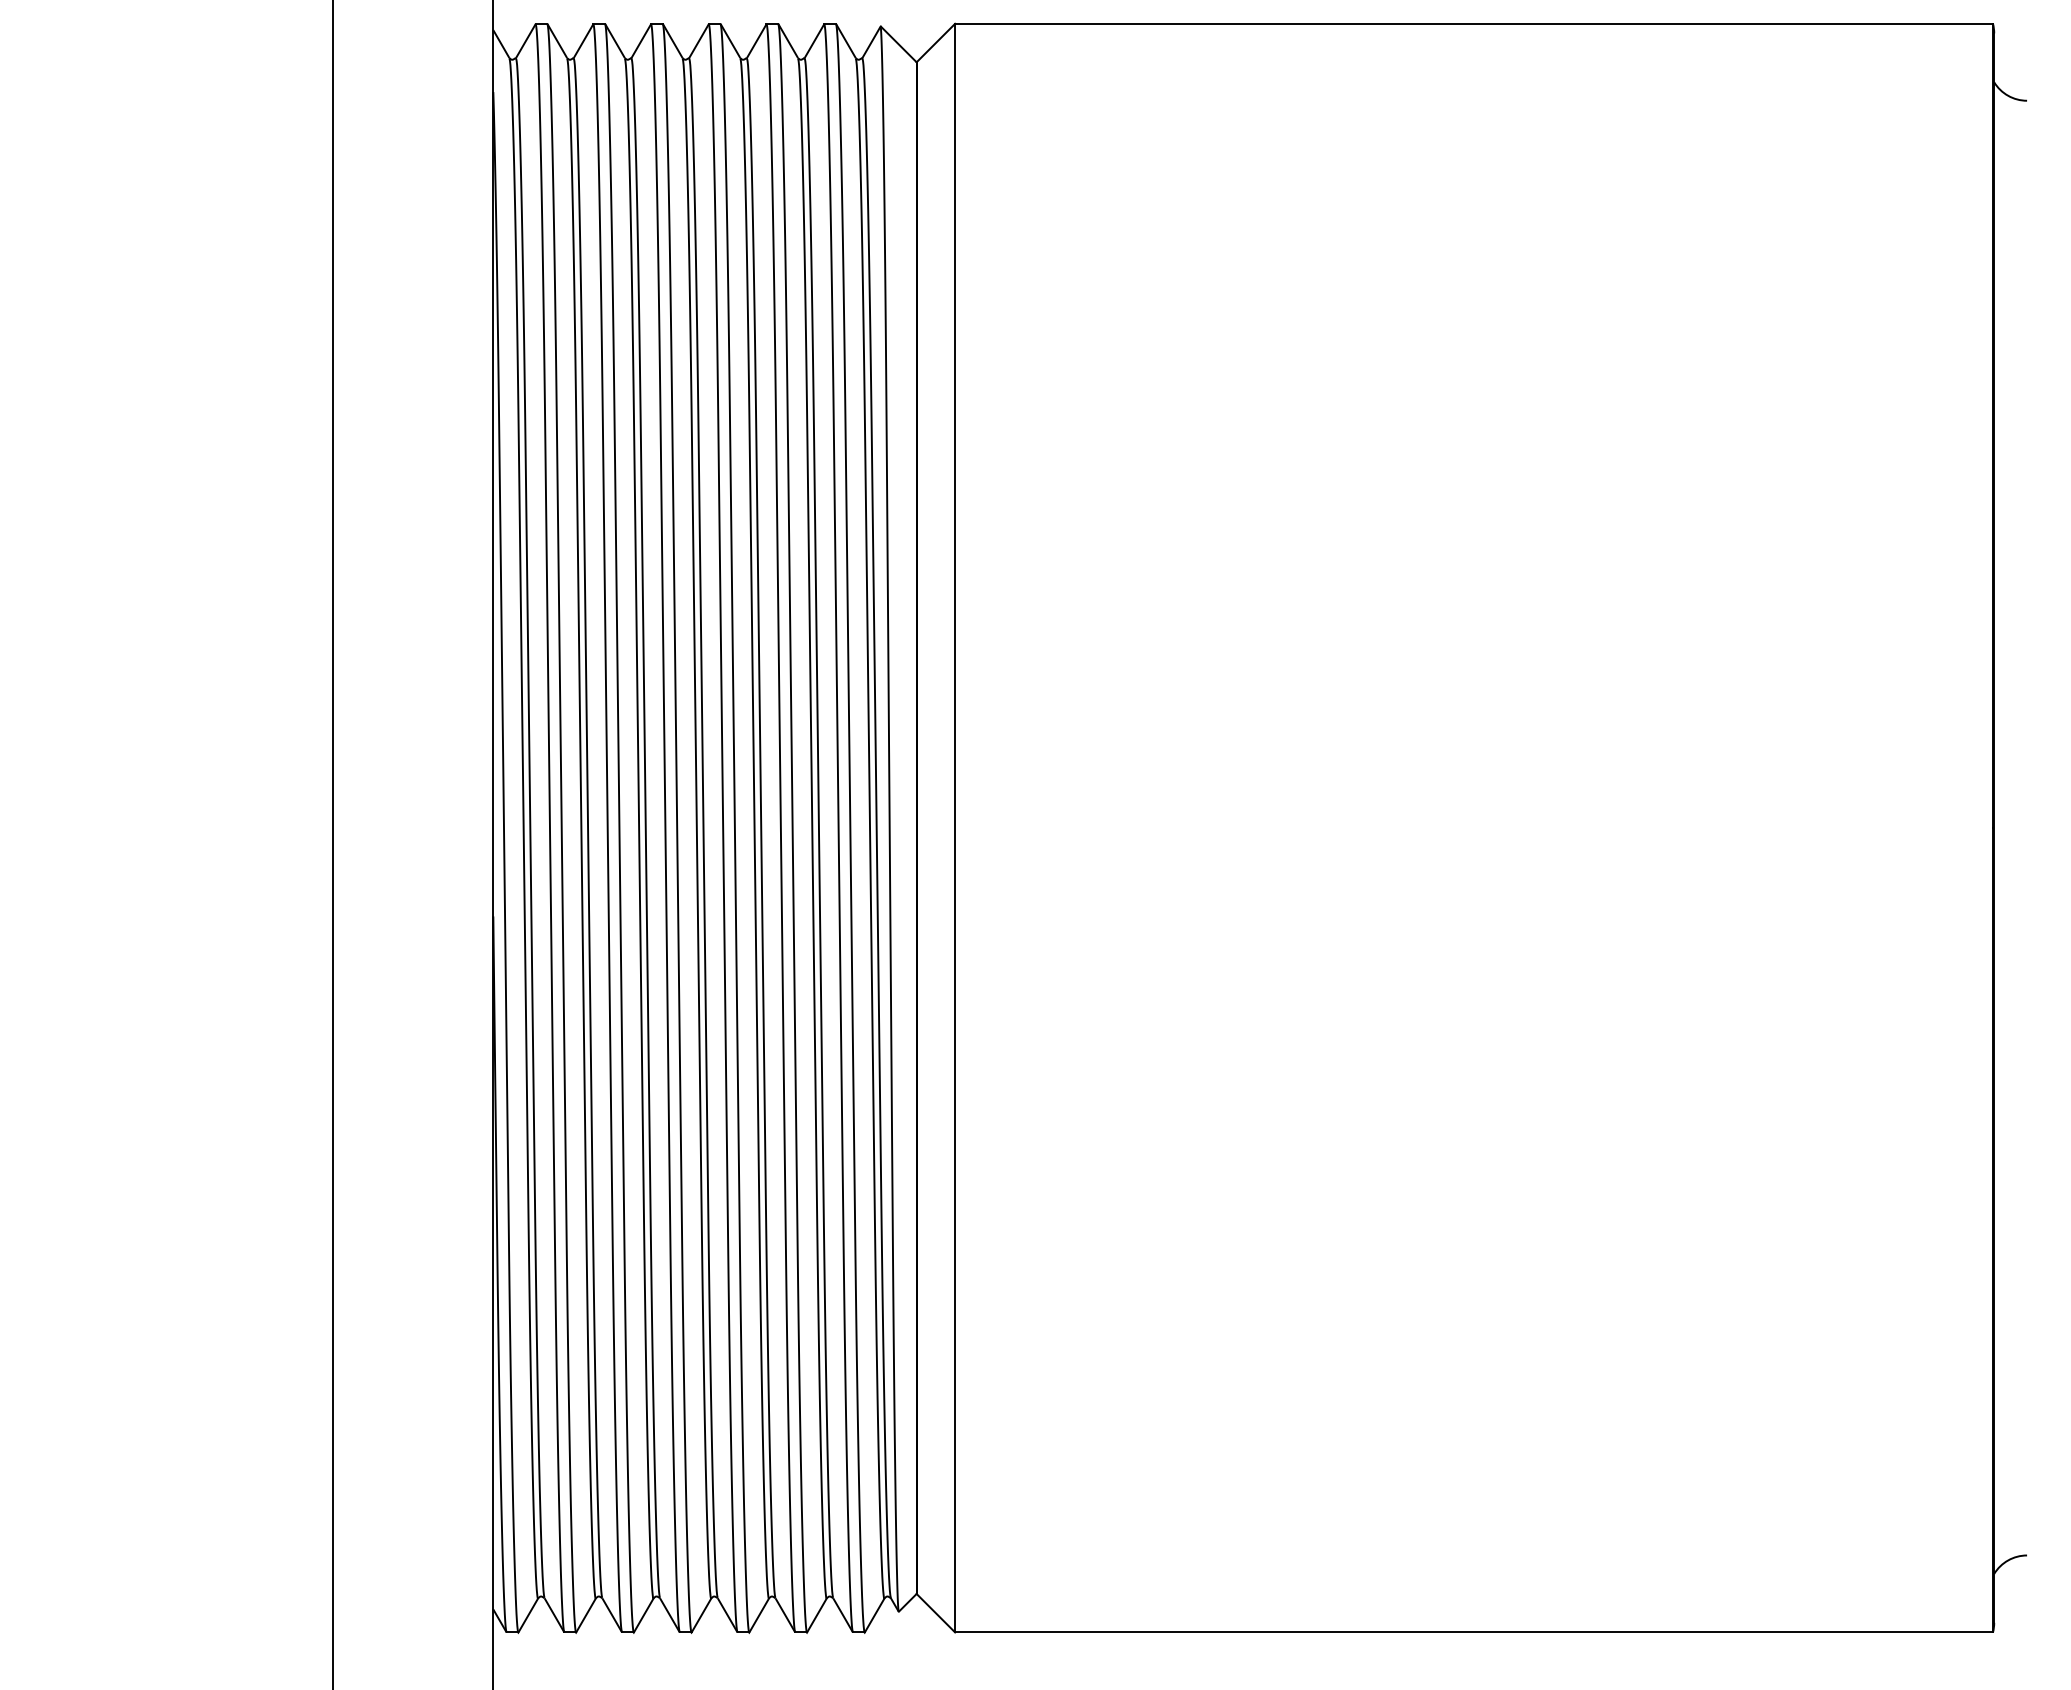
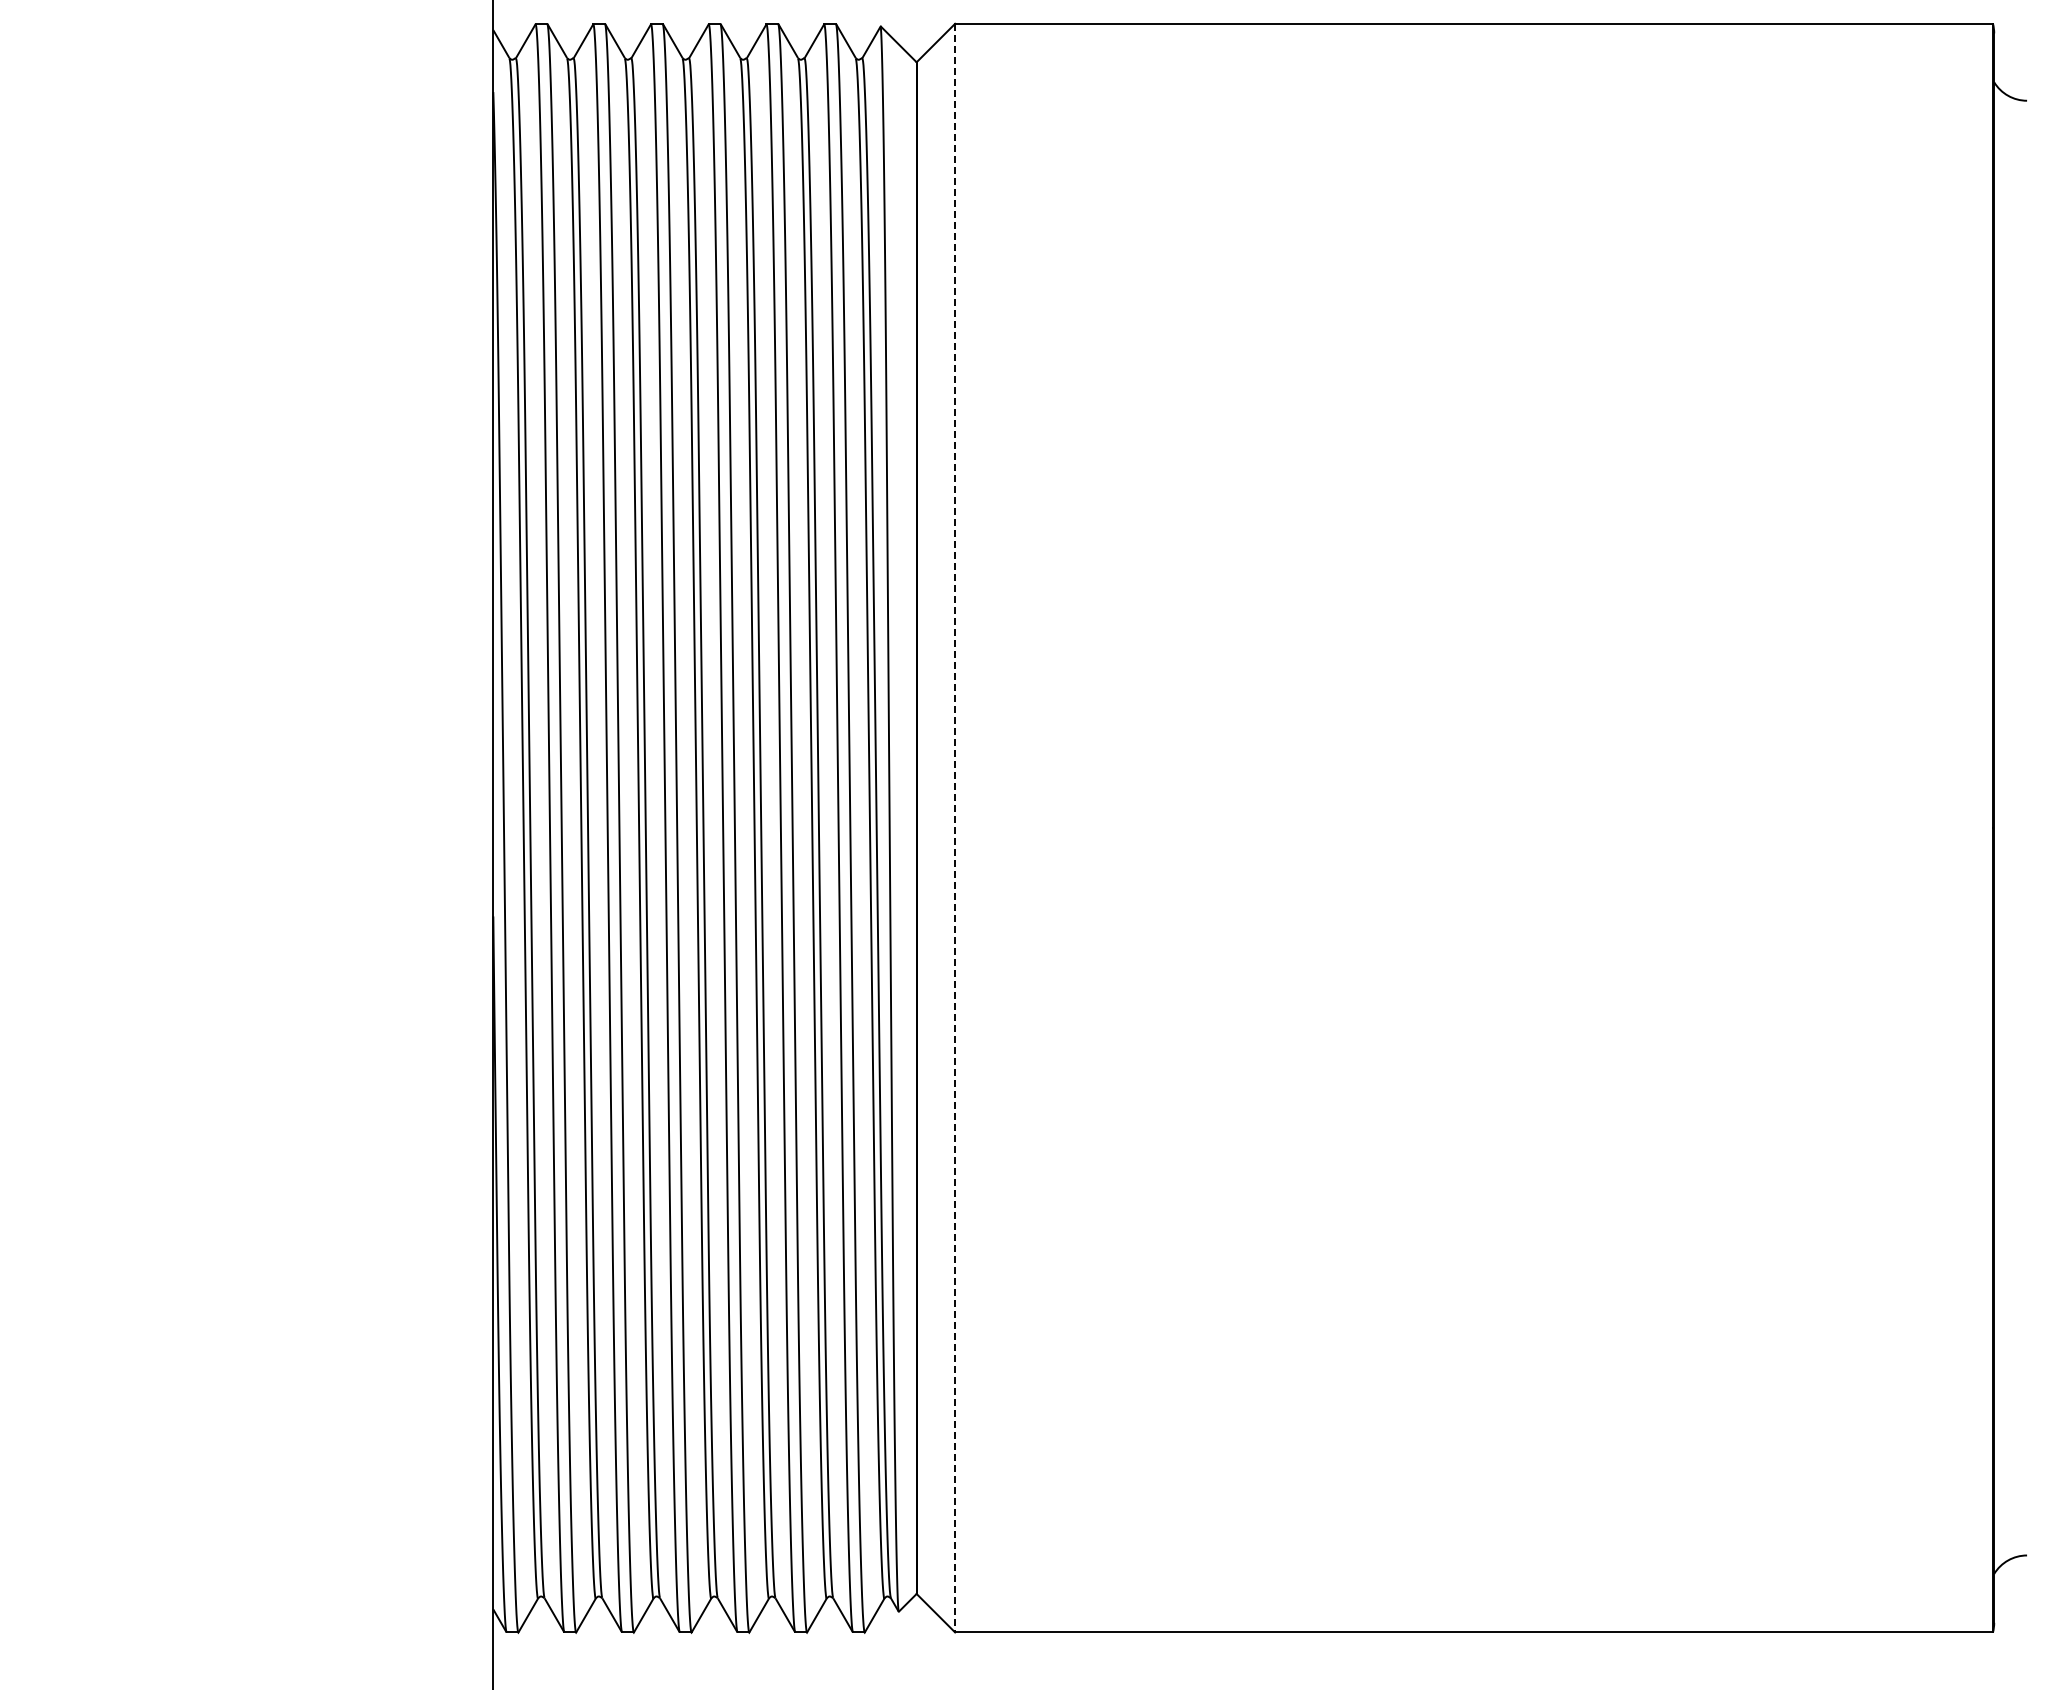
line at (955, 828): solid -> dashed
line at (332, 844): present -> none
